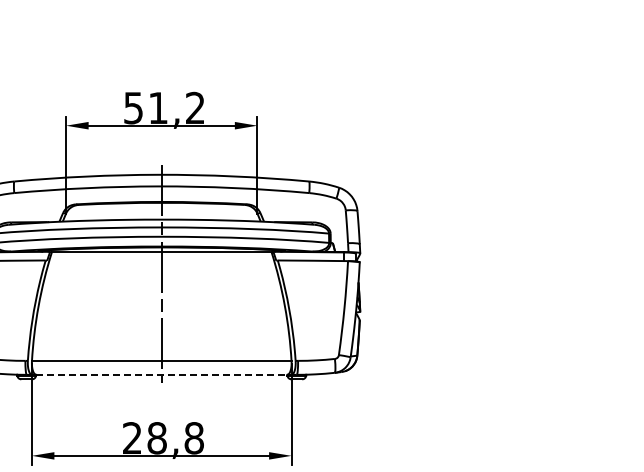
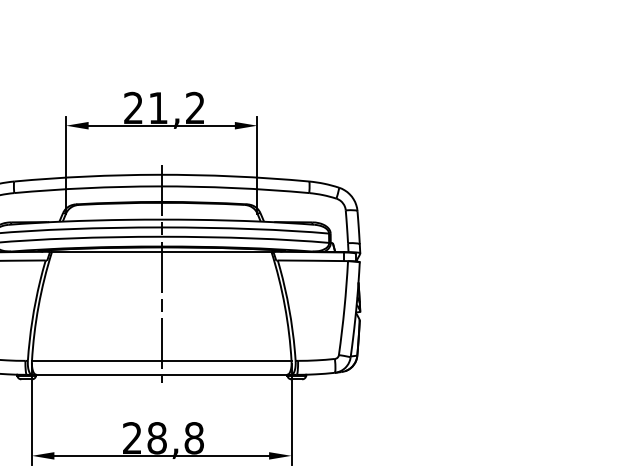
text at (133, 107): 51,2 -> 21,2
line at (162, 374): dashed -> solid
